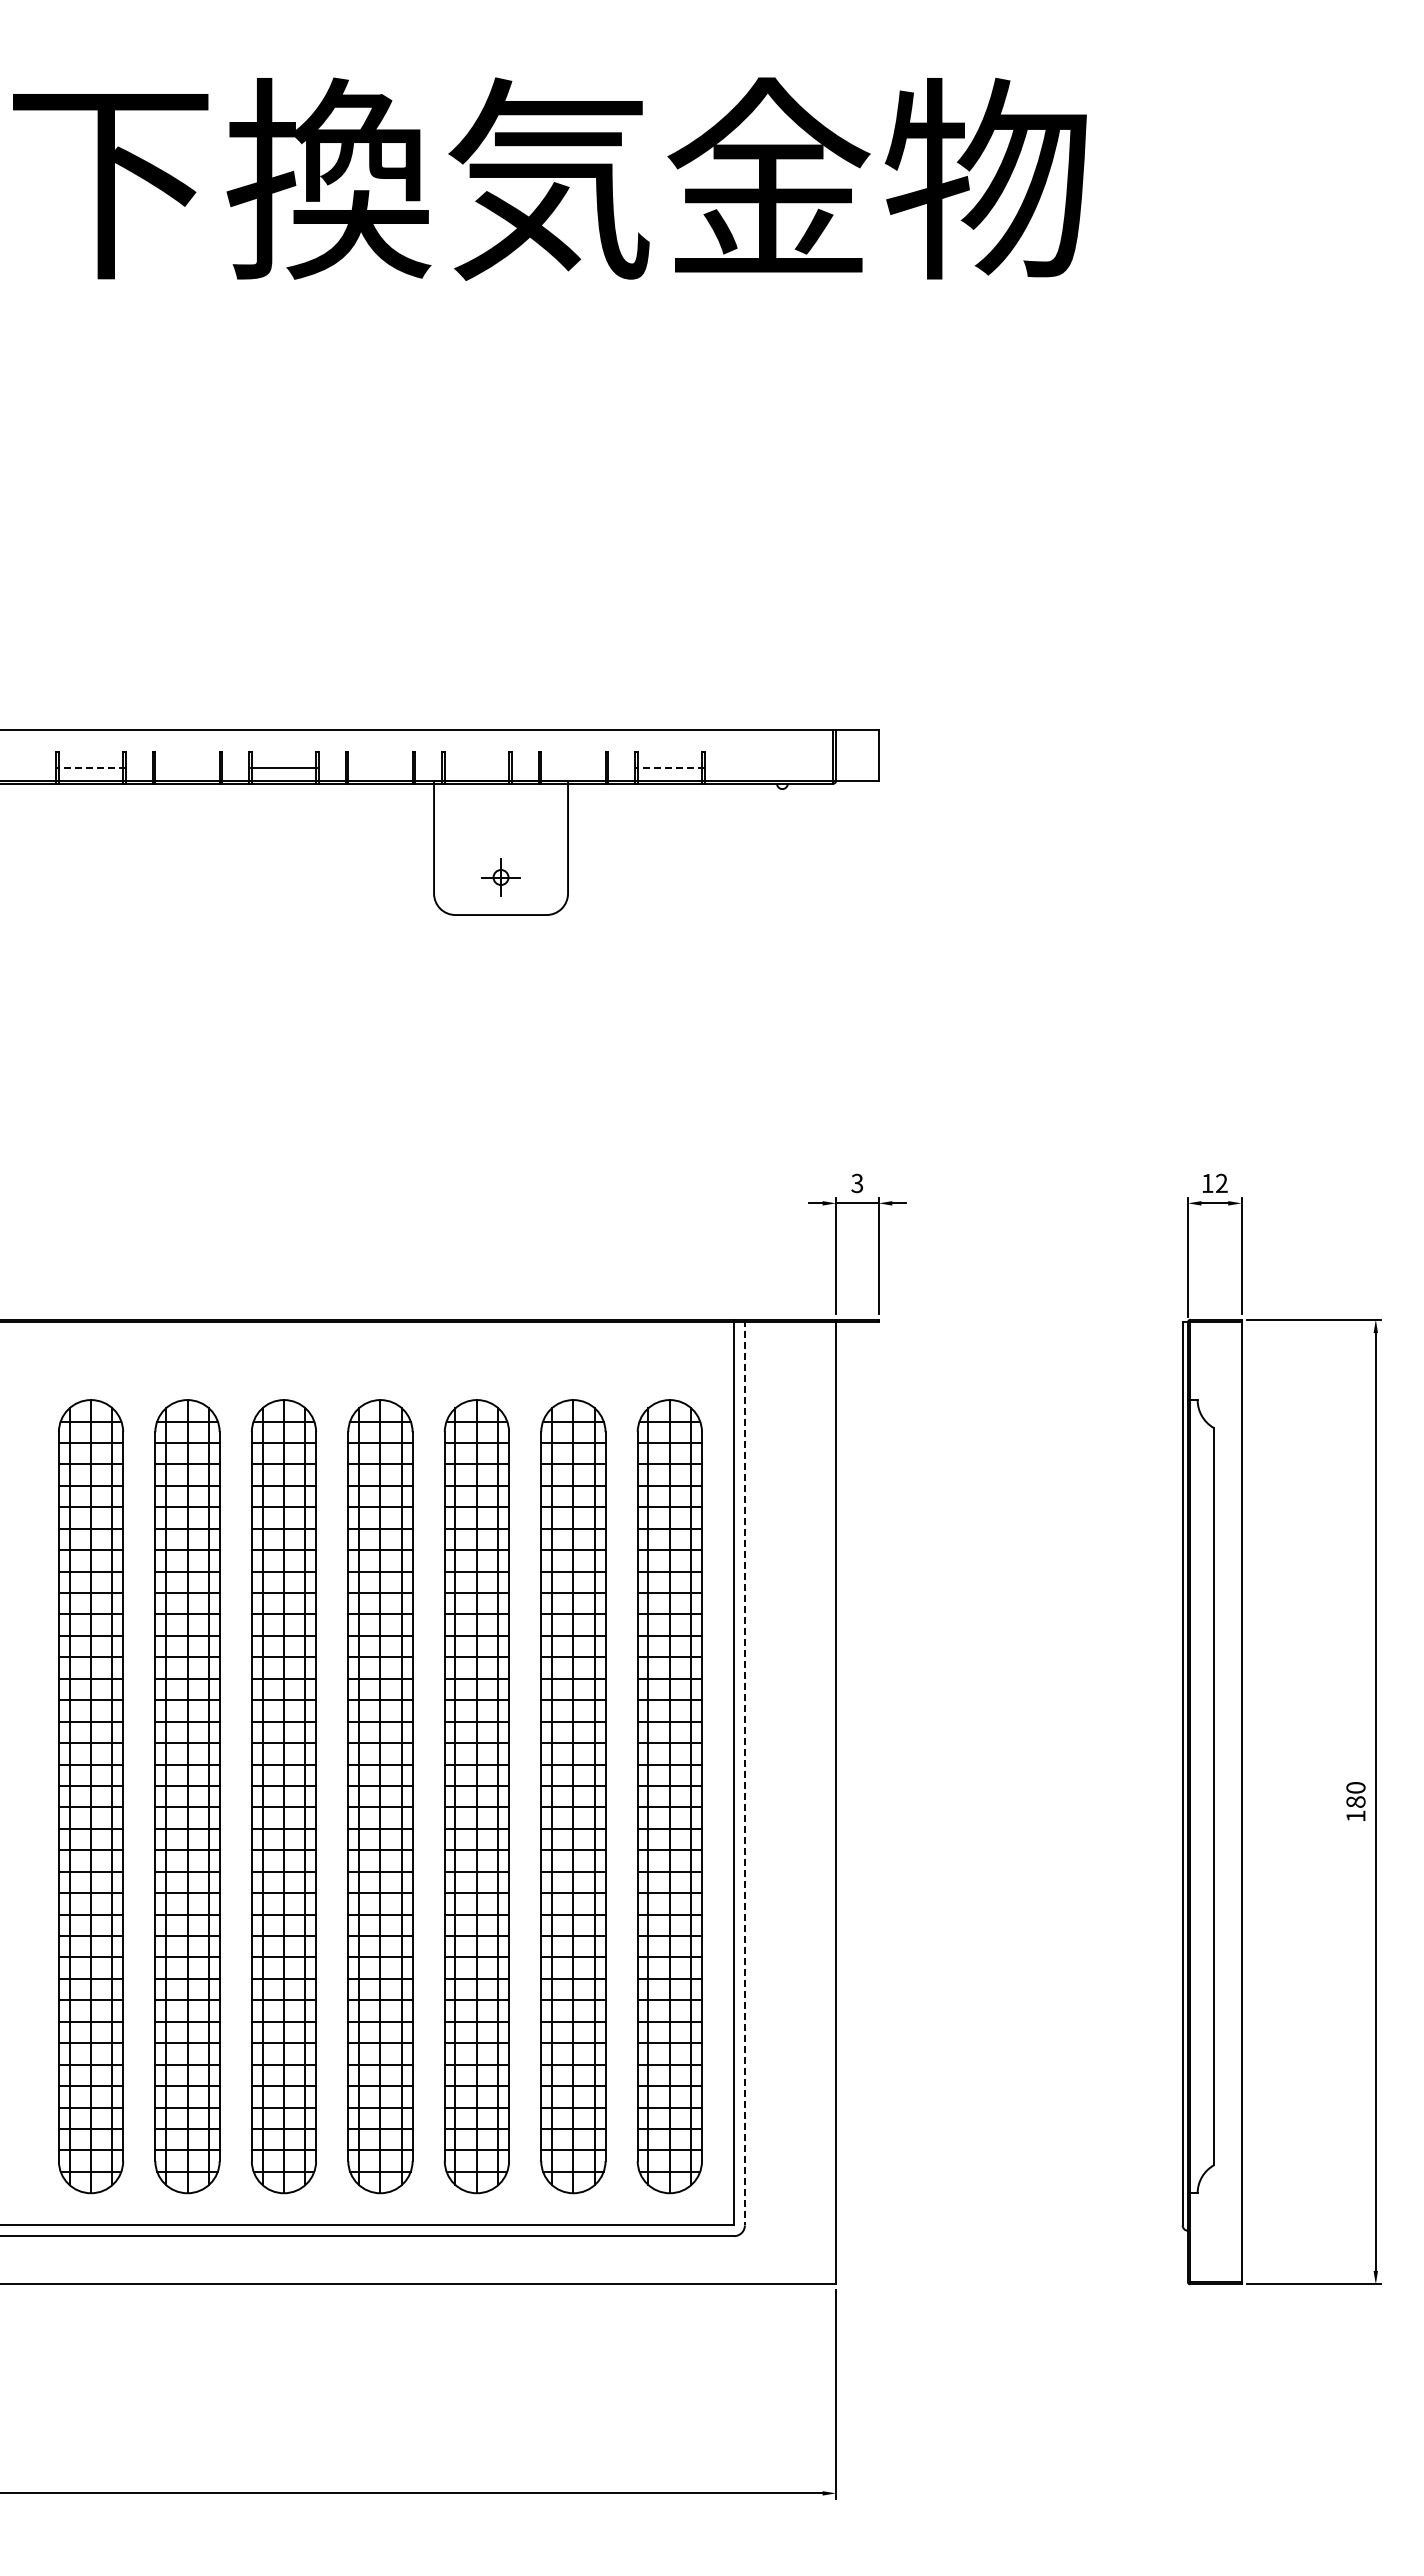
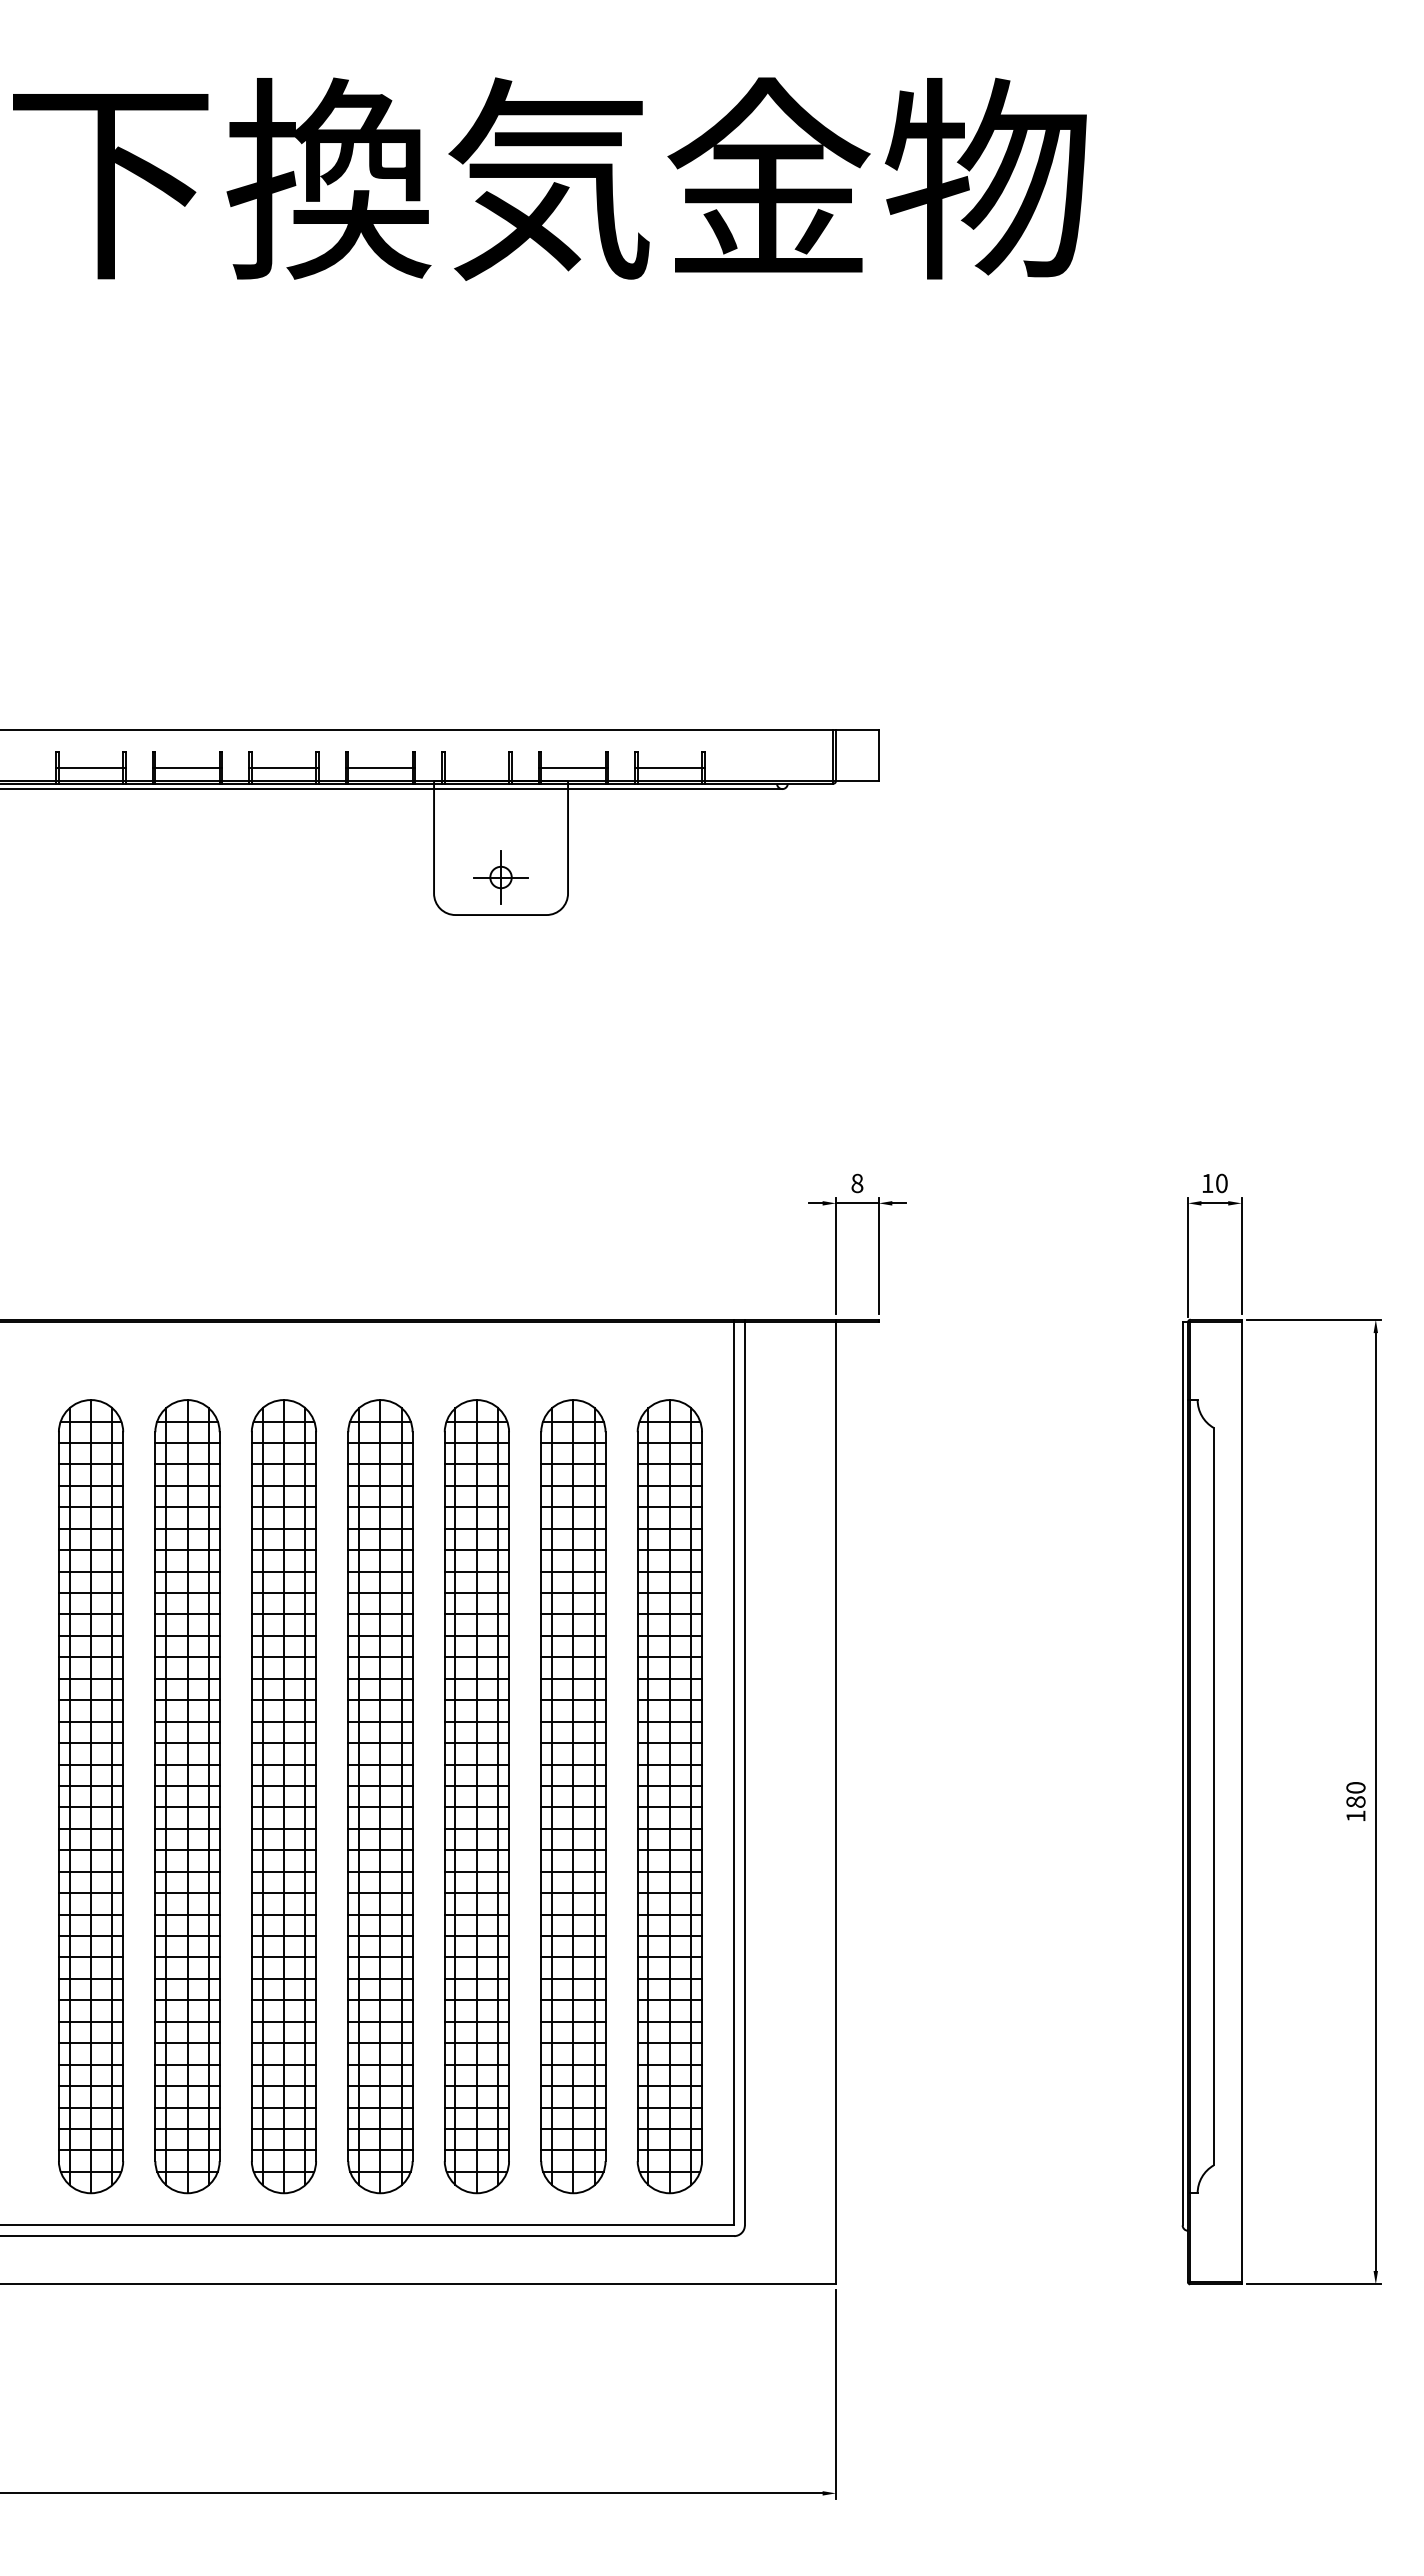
line at (91, 767): dashed -> solid
line at (187, 767): none -> present
line at (380, 767): none -> present
line at (573, 767): none -> present
line at (669, 767): dashed -> solid
line at (392, 789): none -> present
part at (500, 877) size: 40x39 px -> 56x55 px
text at (857, 1182): 3 -> 8
text at (1221, 1183): 12 -> 10
line at (744, 1772): dashed -> solid
